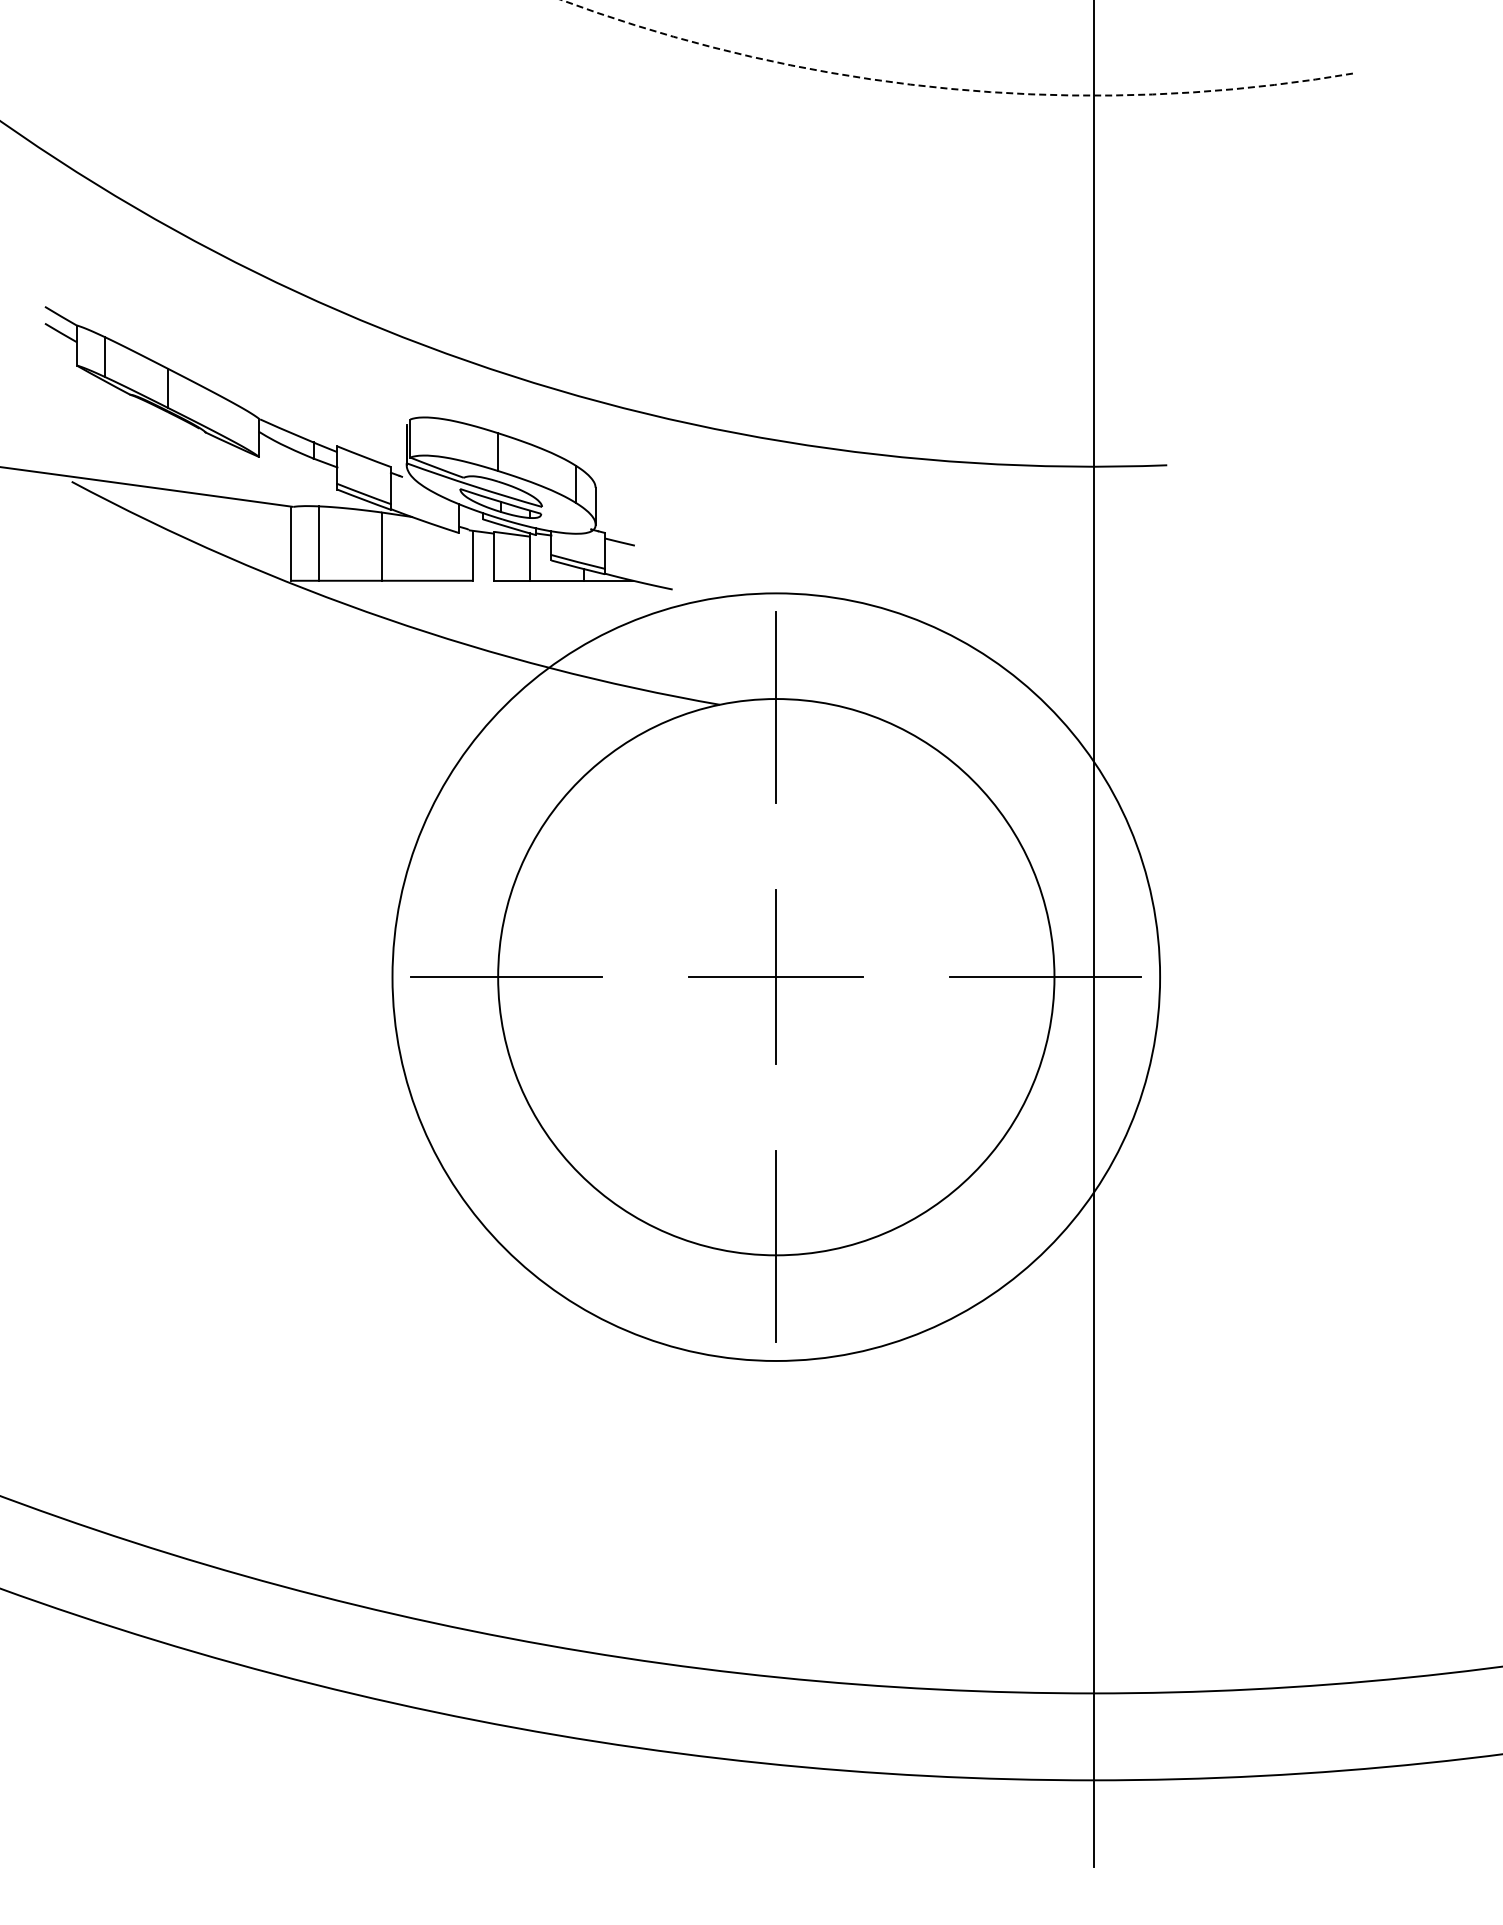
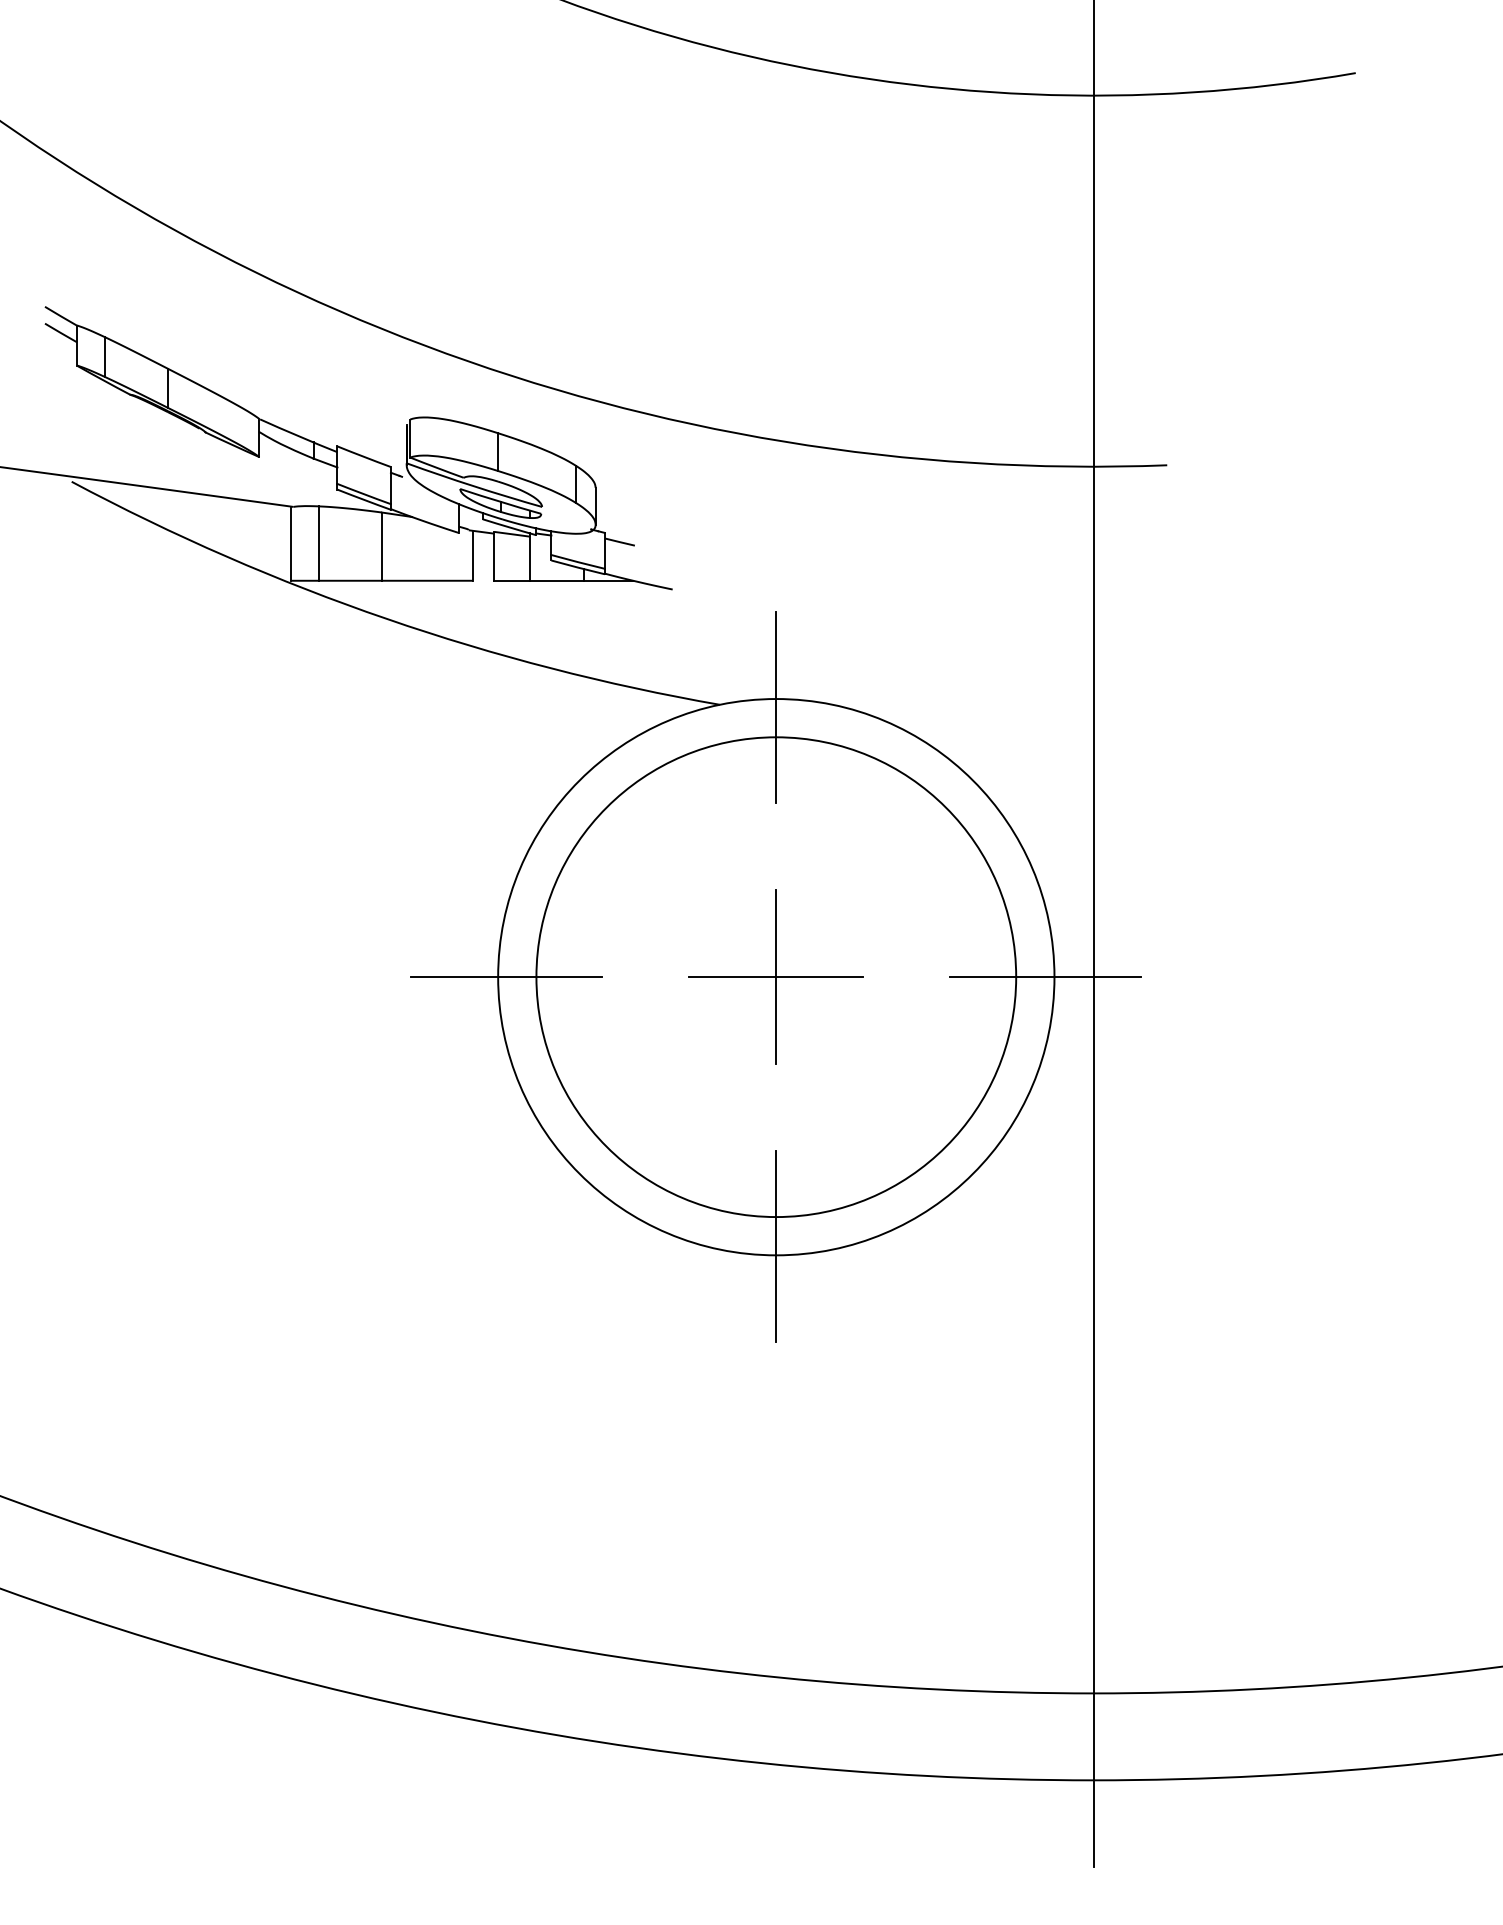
arc at (960, 89): dashed -> solid
circle at (776, 976) diameter: 768 px -> 480 px
